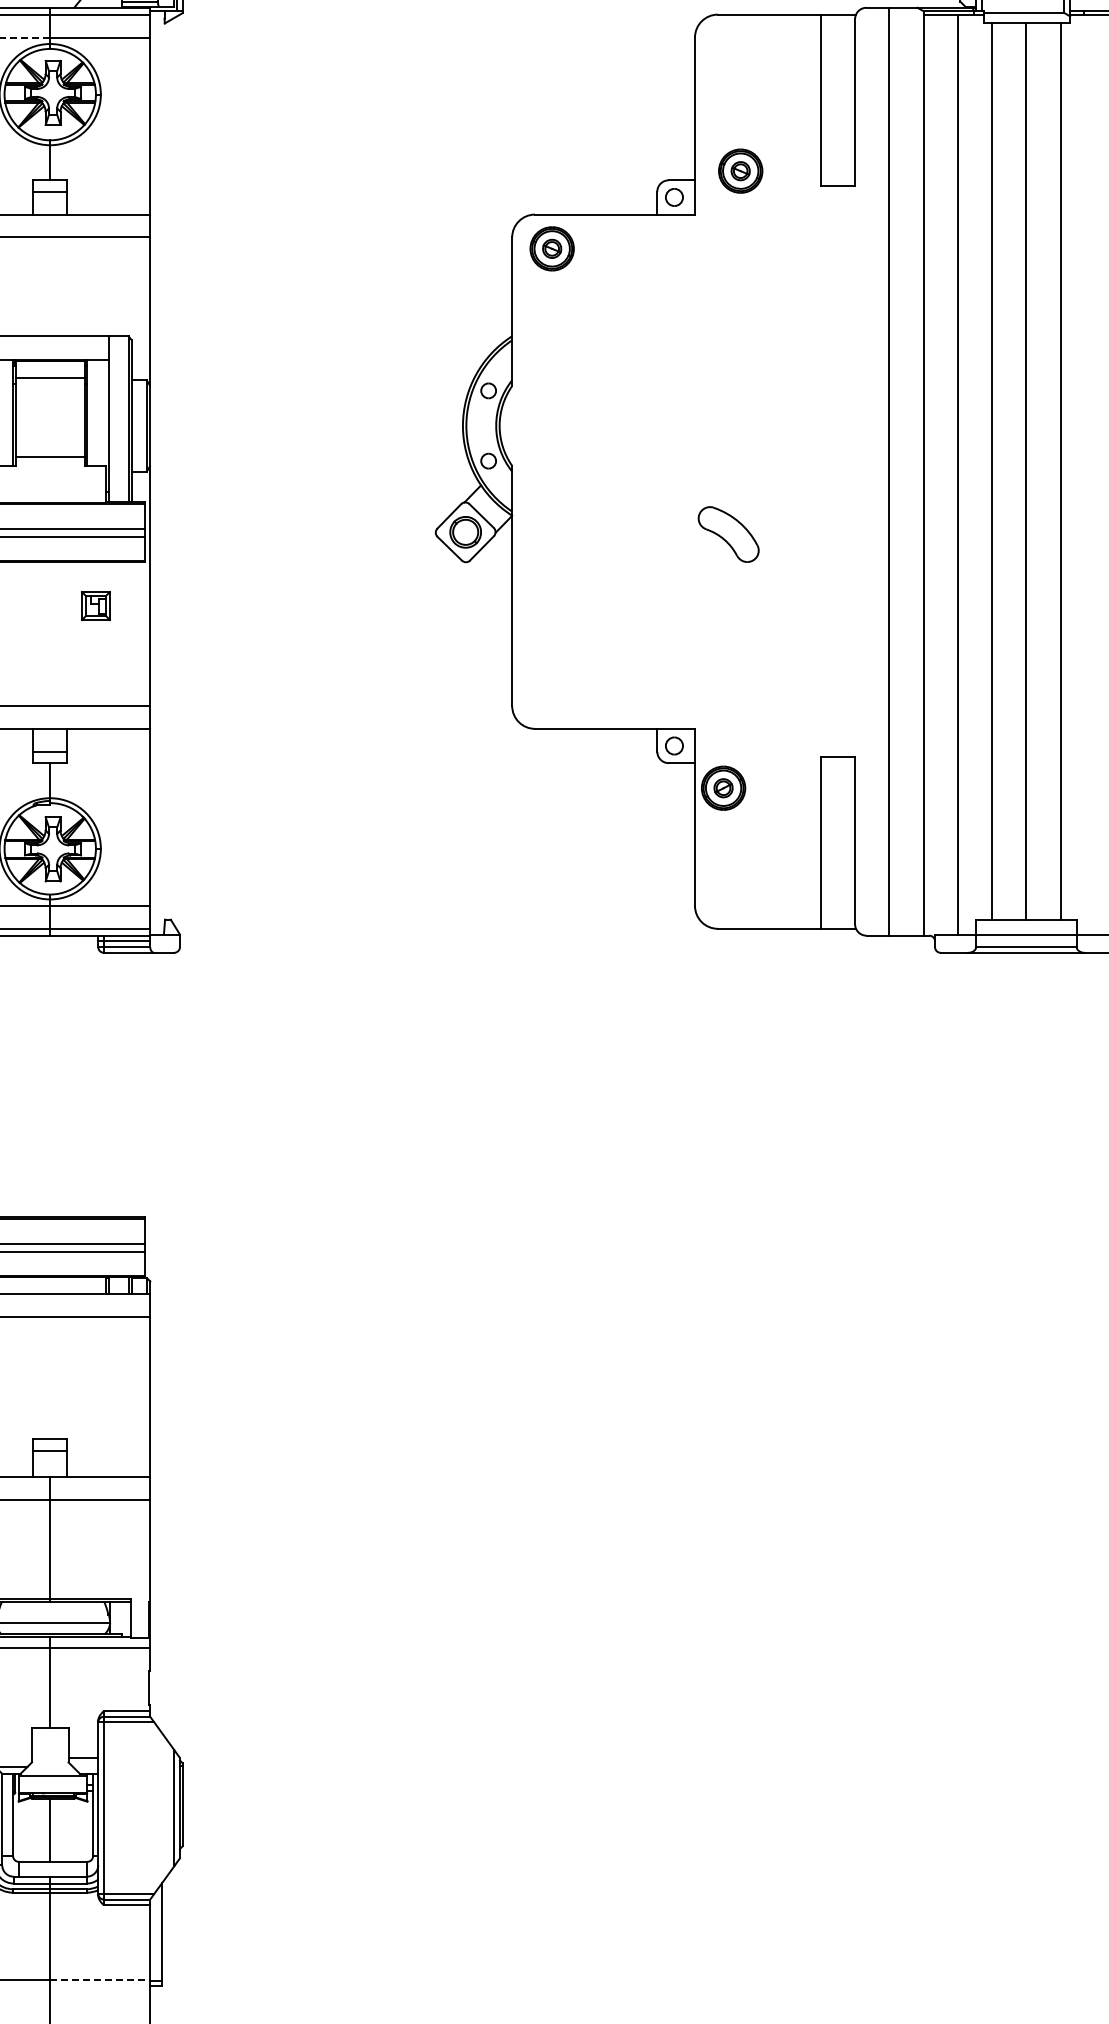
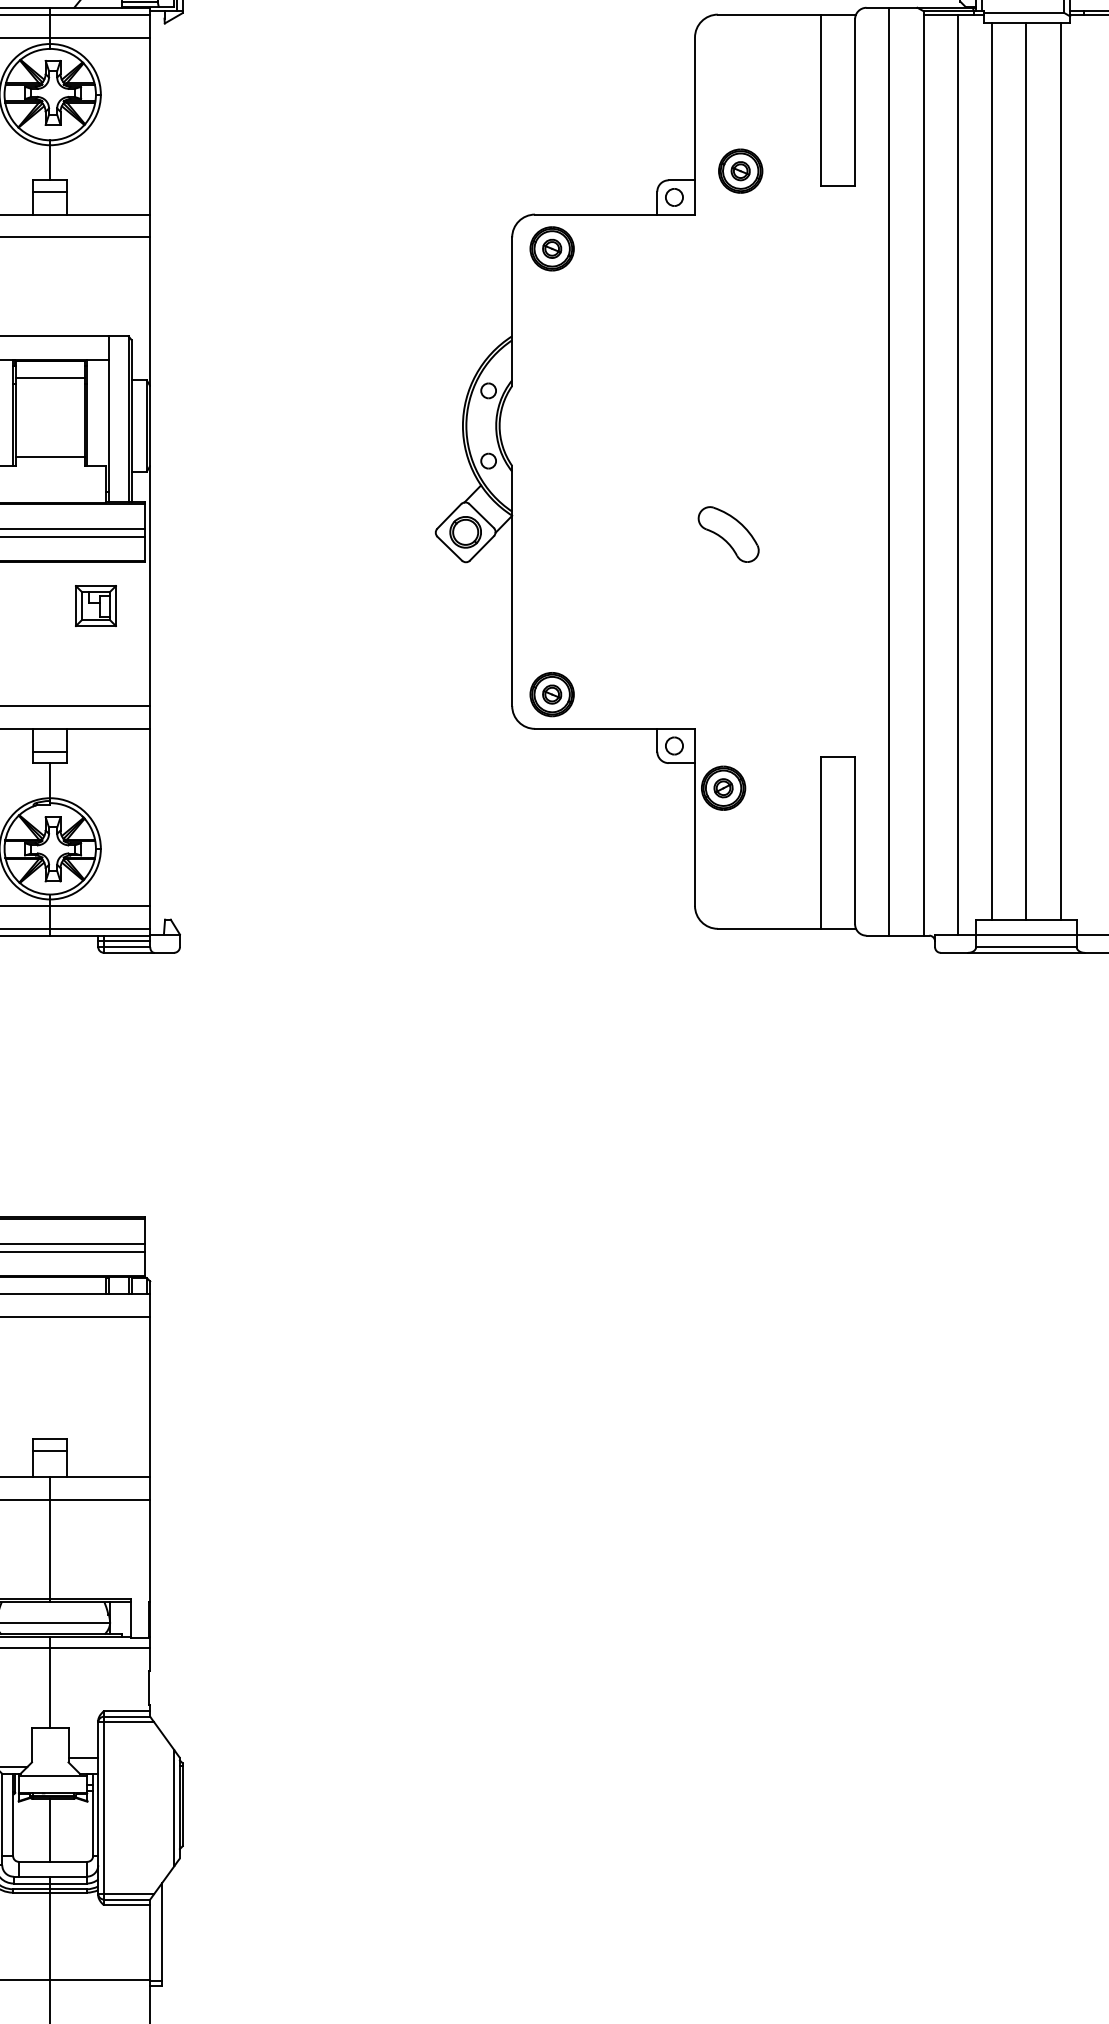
line at (25, 37): dashed -> solid
part at (95, 605) size: 30x30 px -> 42x42 px
part at (551, 694): none -> present
line at (100, 1979): dashed -> solid
